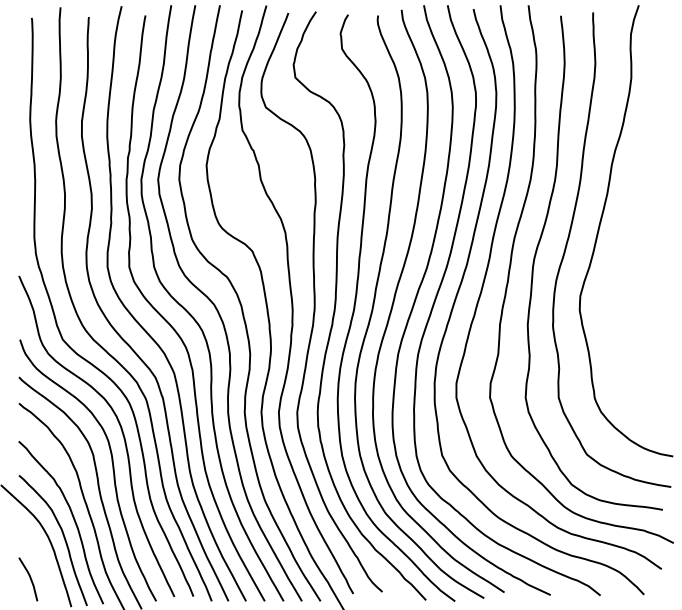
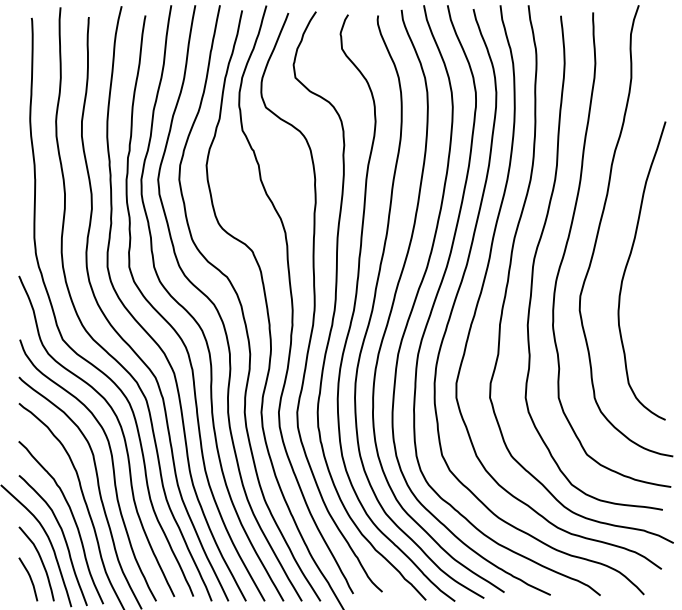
curve at (627, 266): none -> present
curve at (40, 560): none -> present
